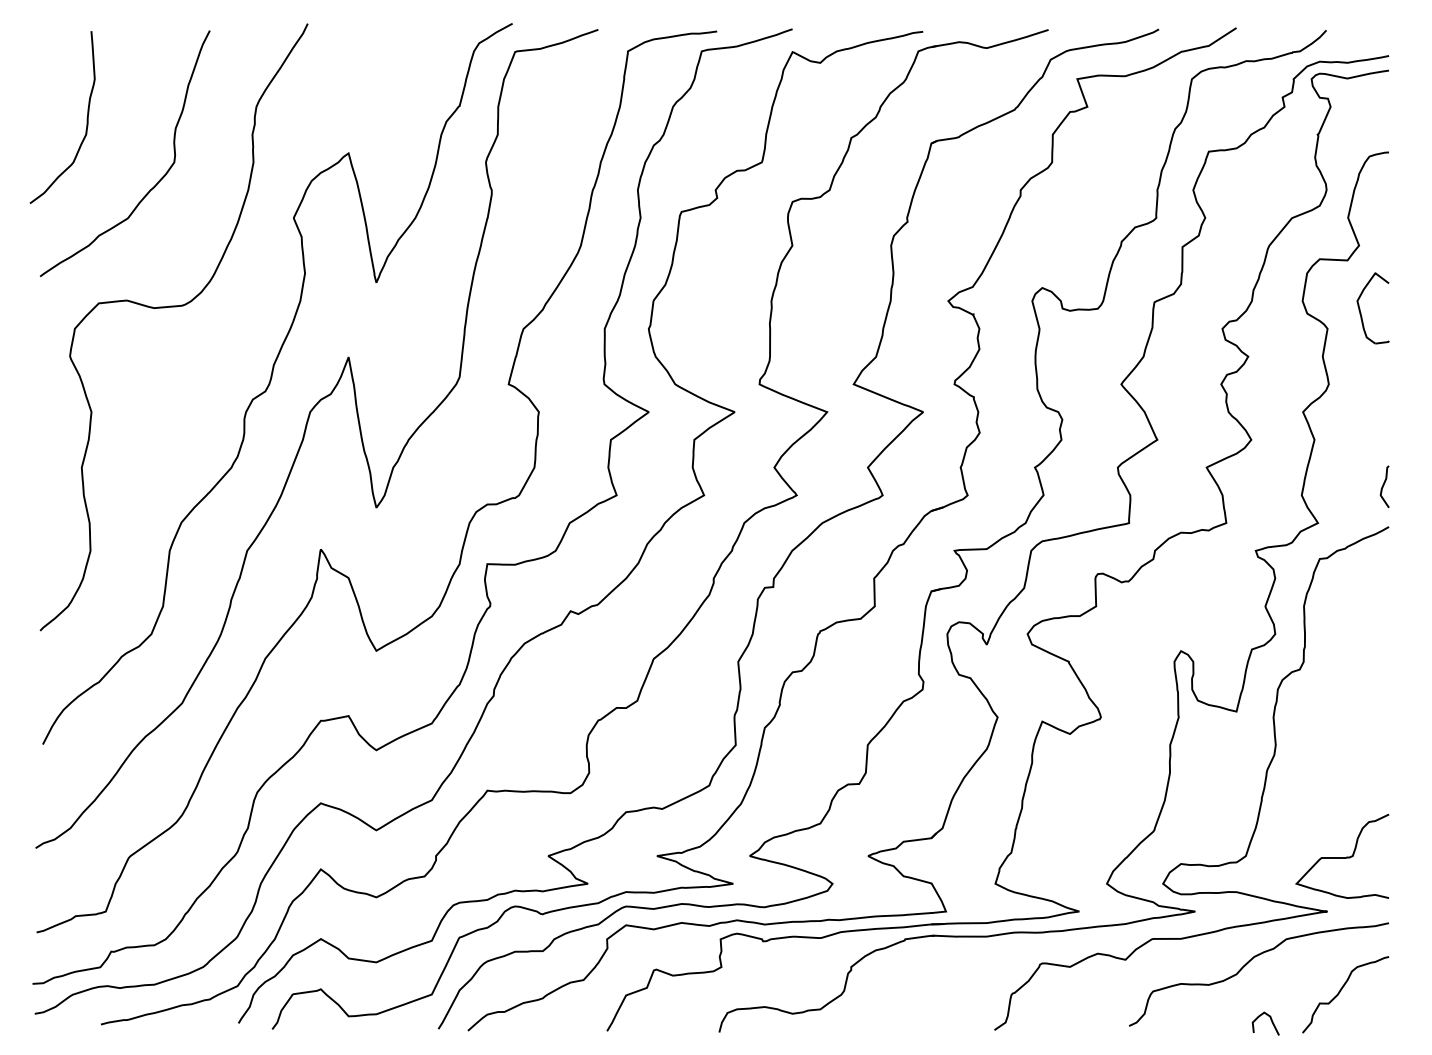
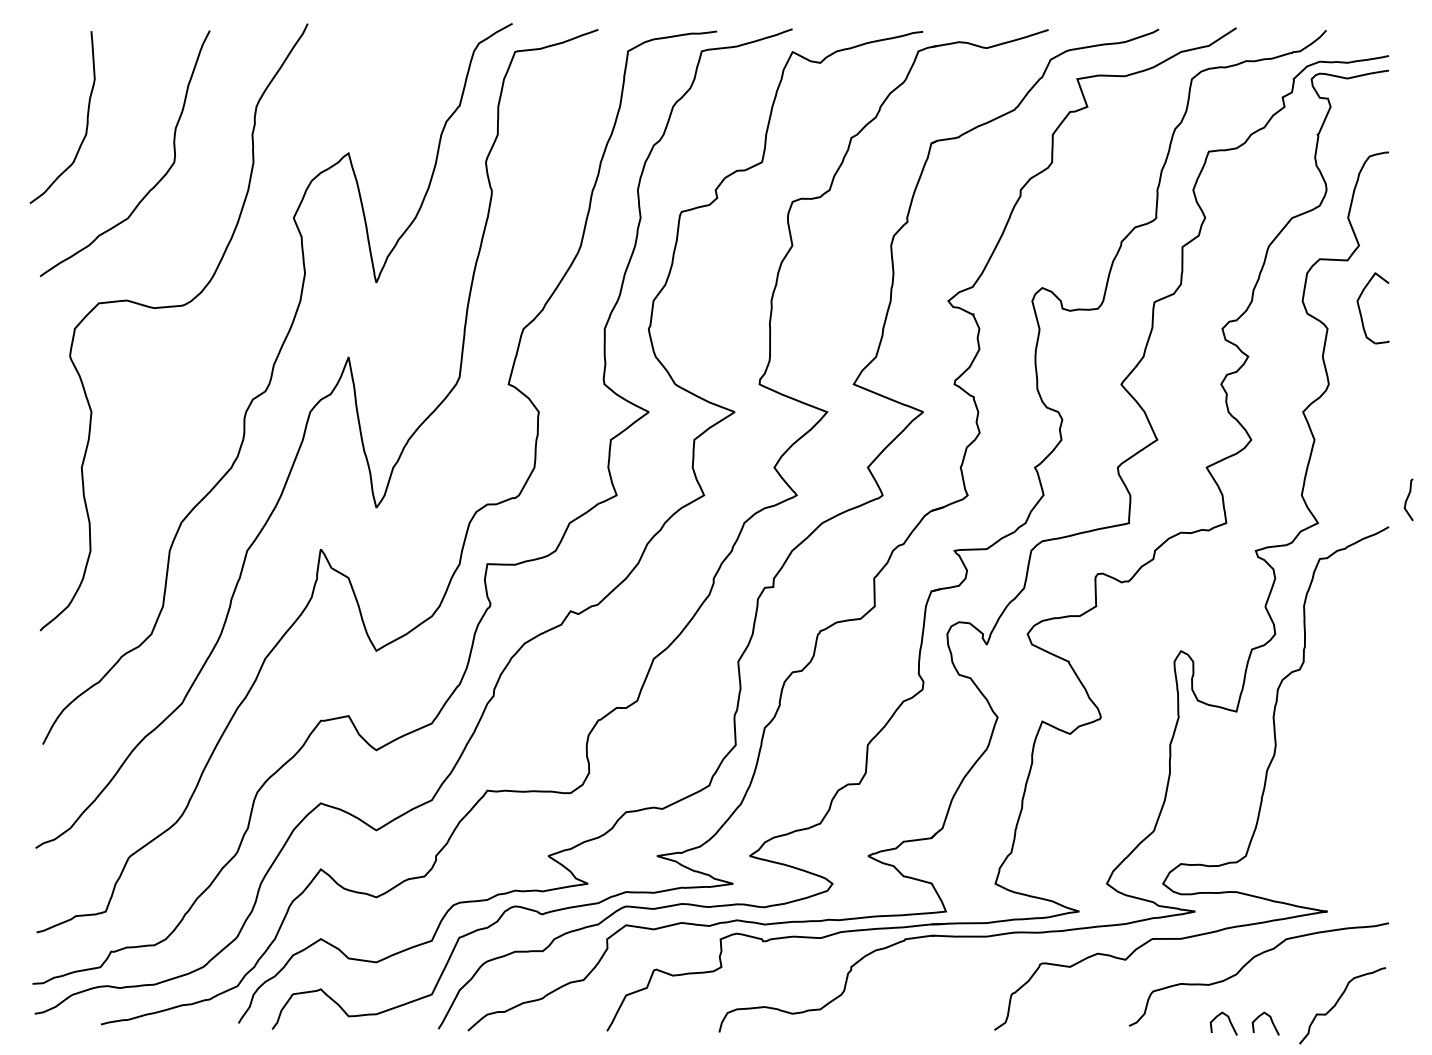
curve at (1384, 485) position: (1384, 485) -> (1408, 498)
curve at (1342, 857): present -> none
curve at (1340, 992) position: (1340, 992) -> (1337, 1003)
curve at (1228, 1020): none -> present
